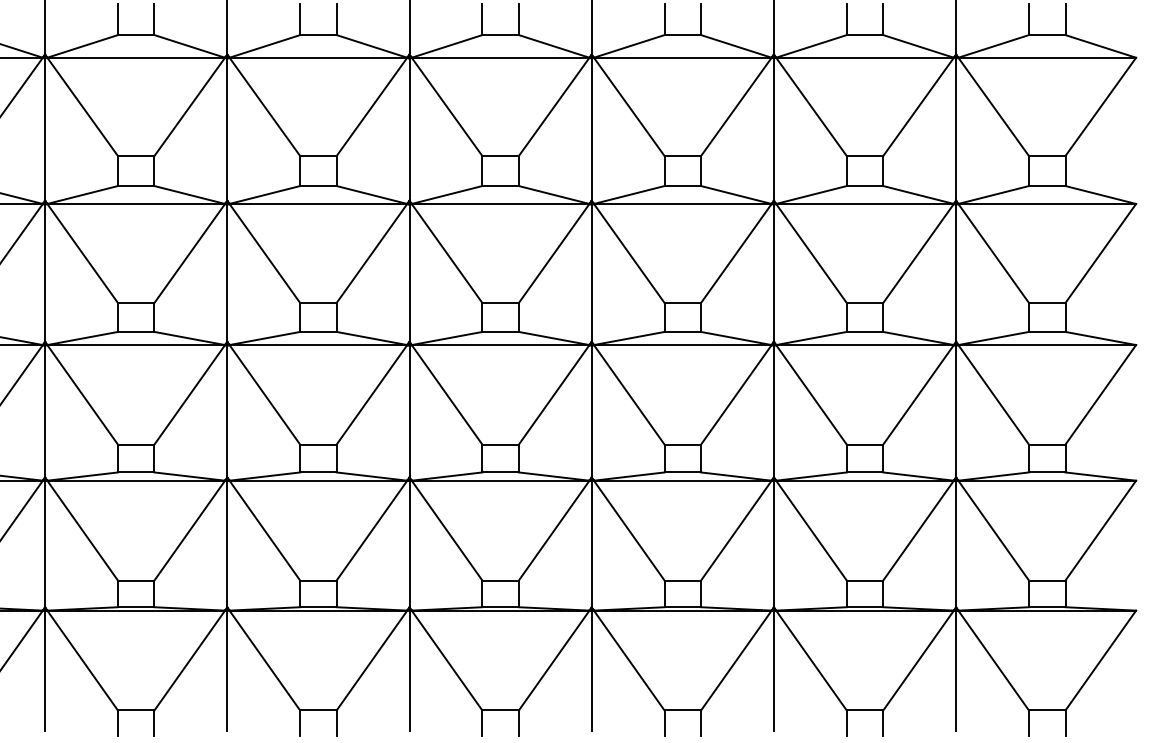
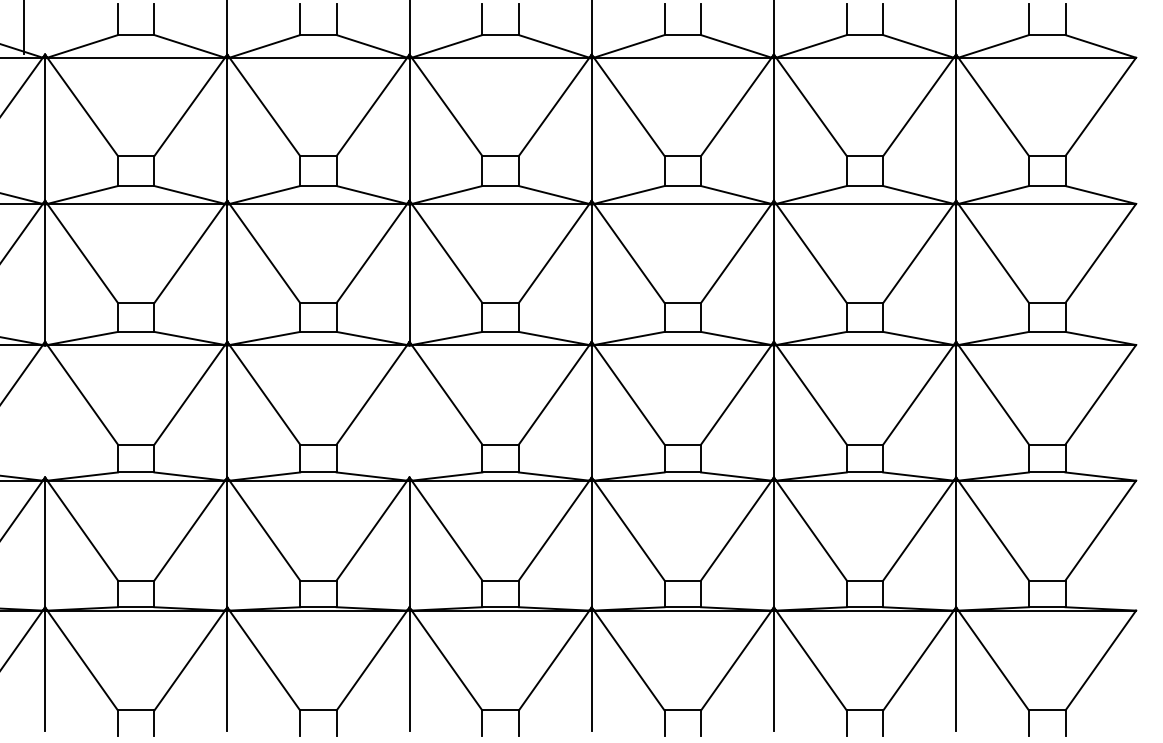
line at (45, 28) position: (45, 28) -> (24, 28)
line at (45, 411): present -> none
line at (409, 411): present -> none
